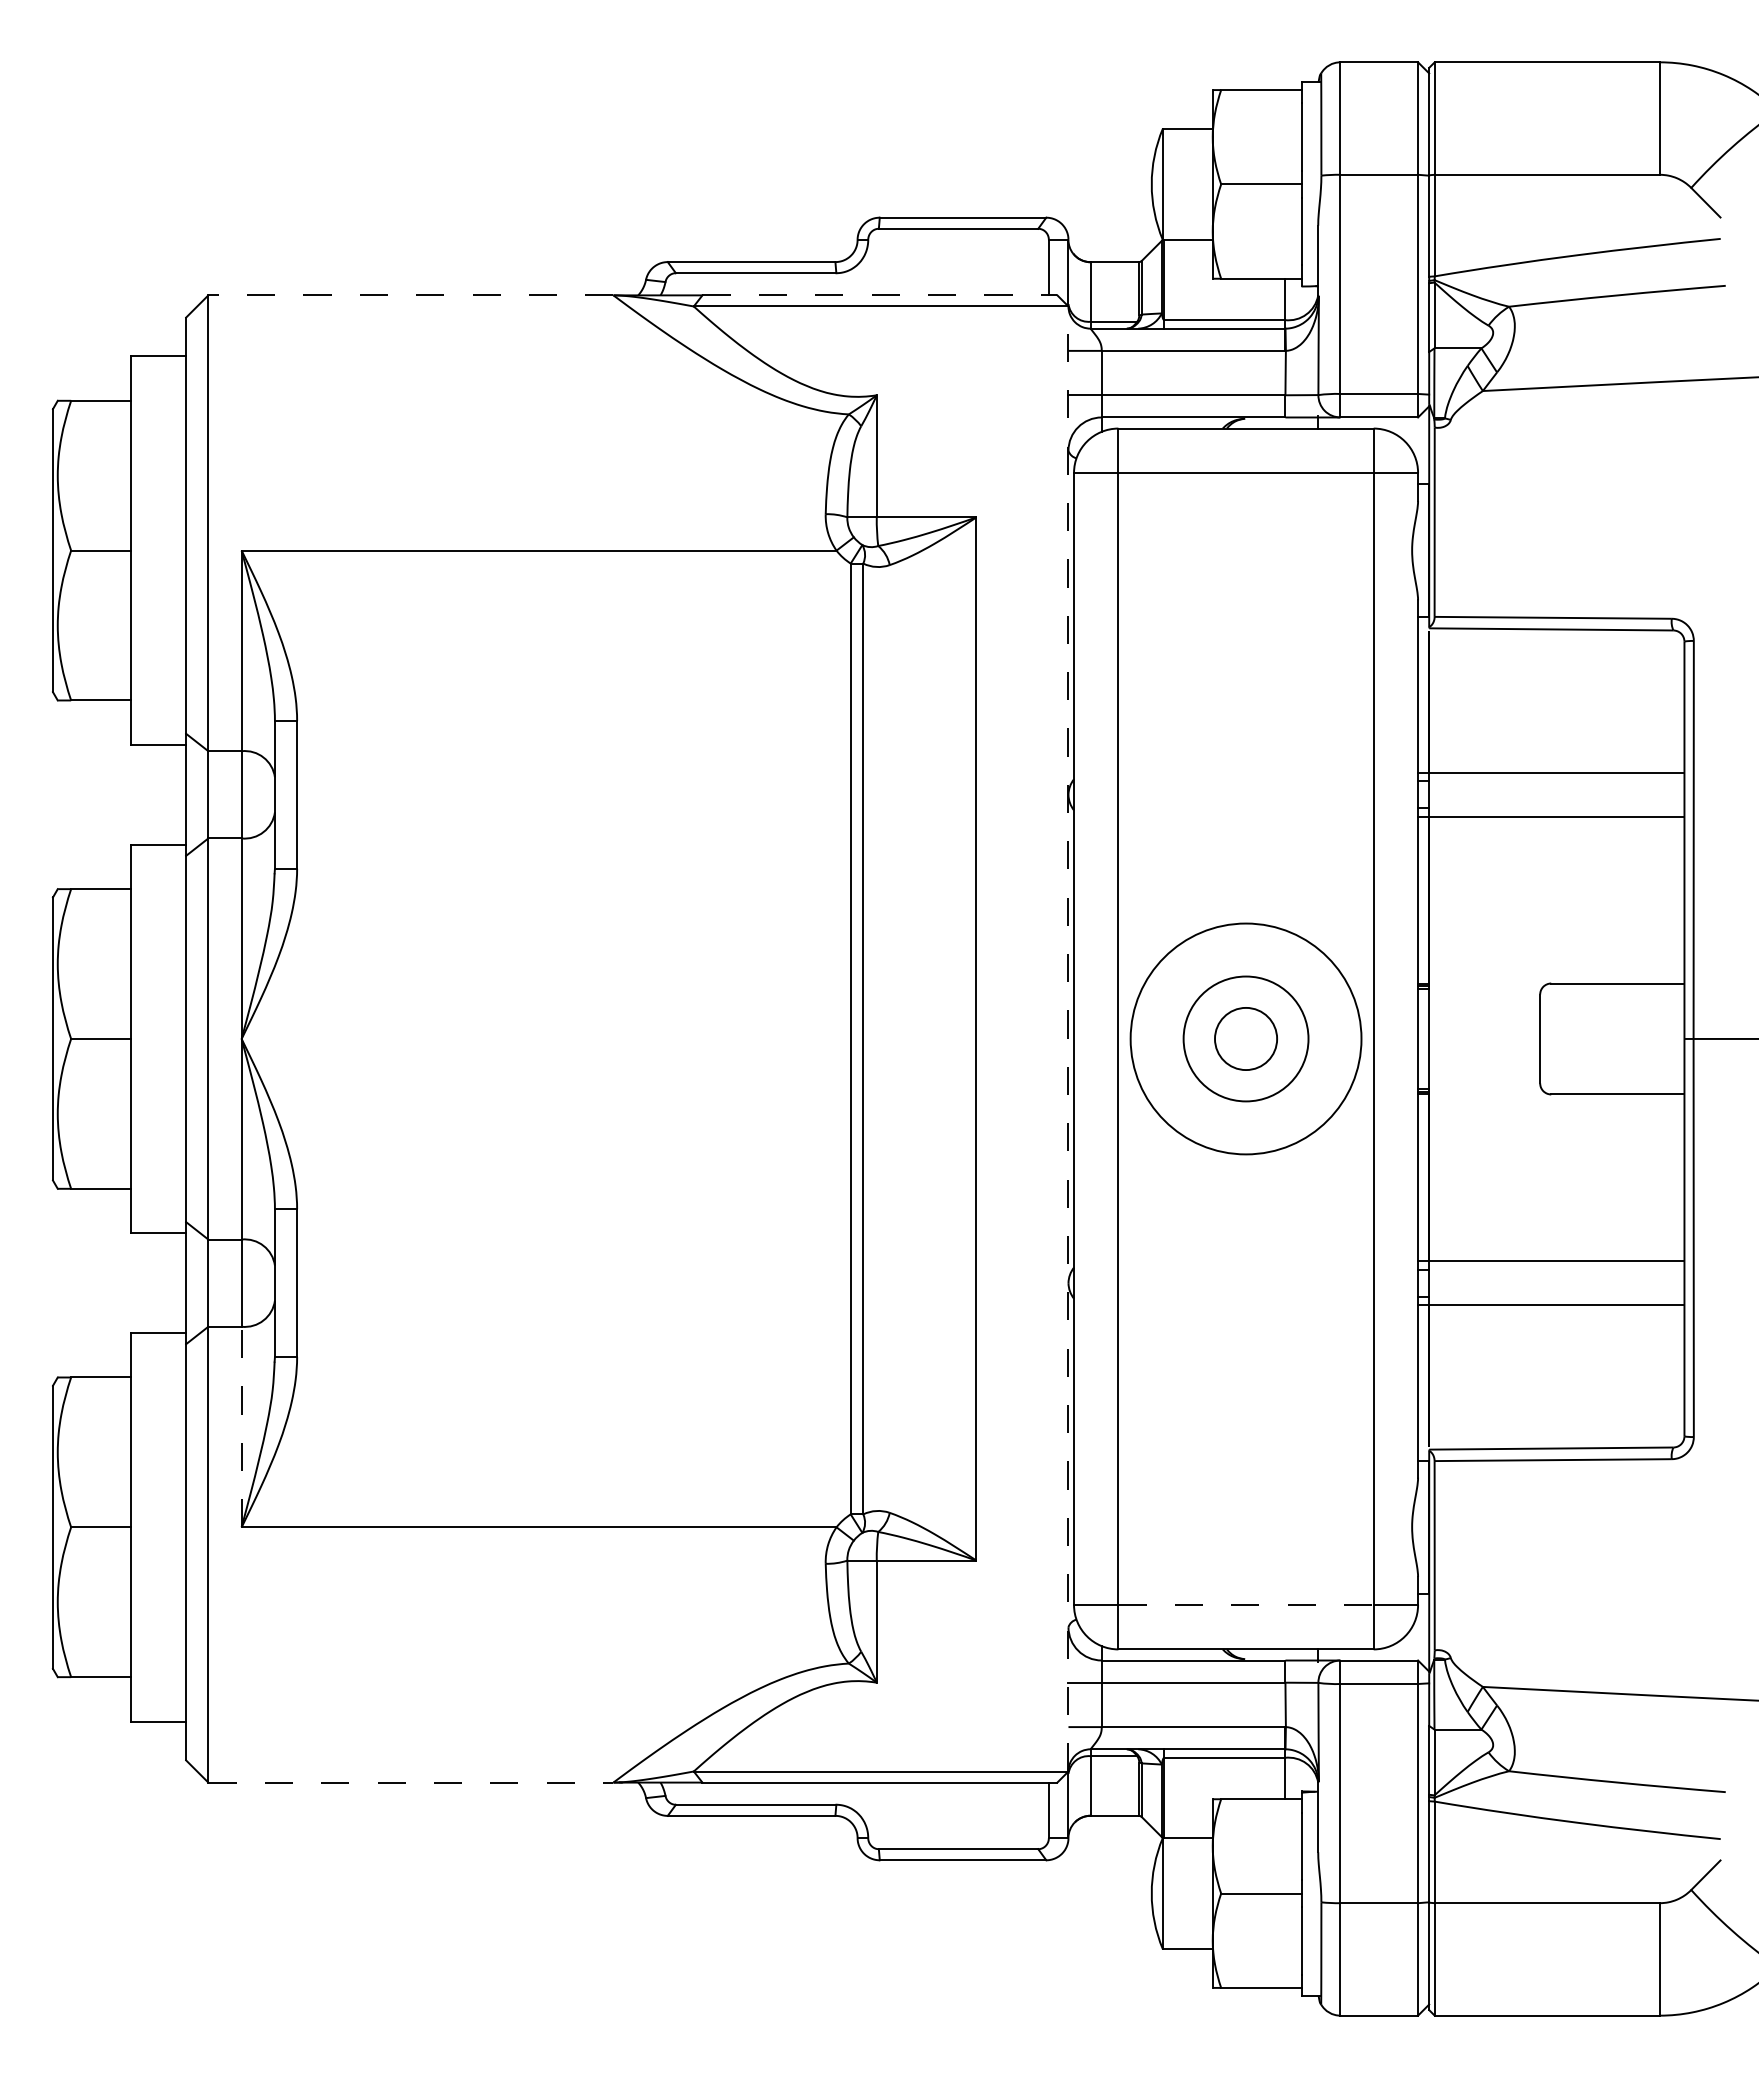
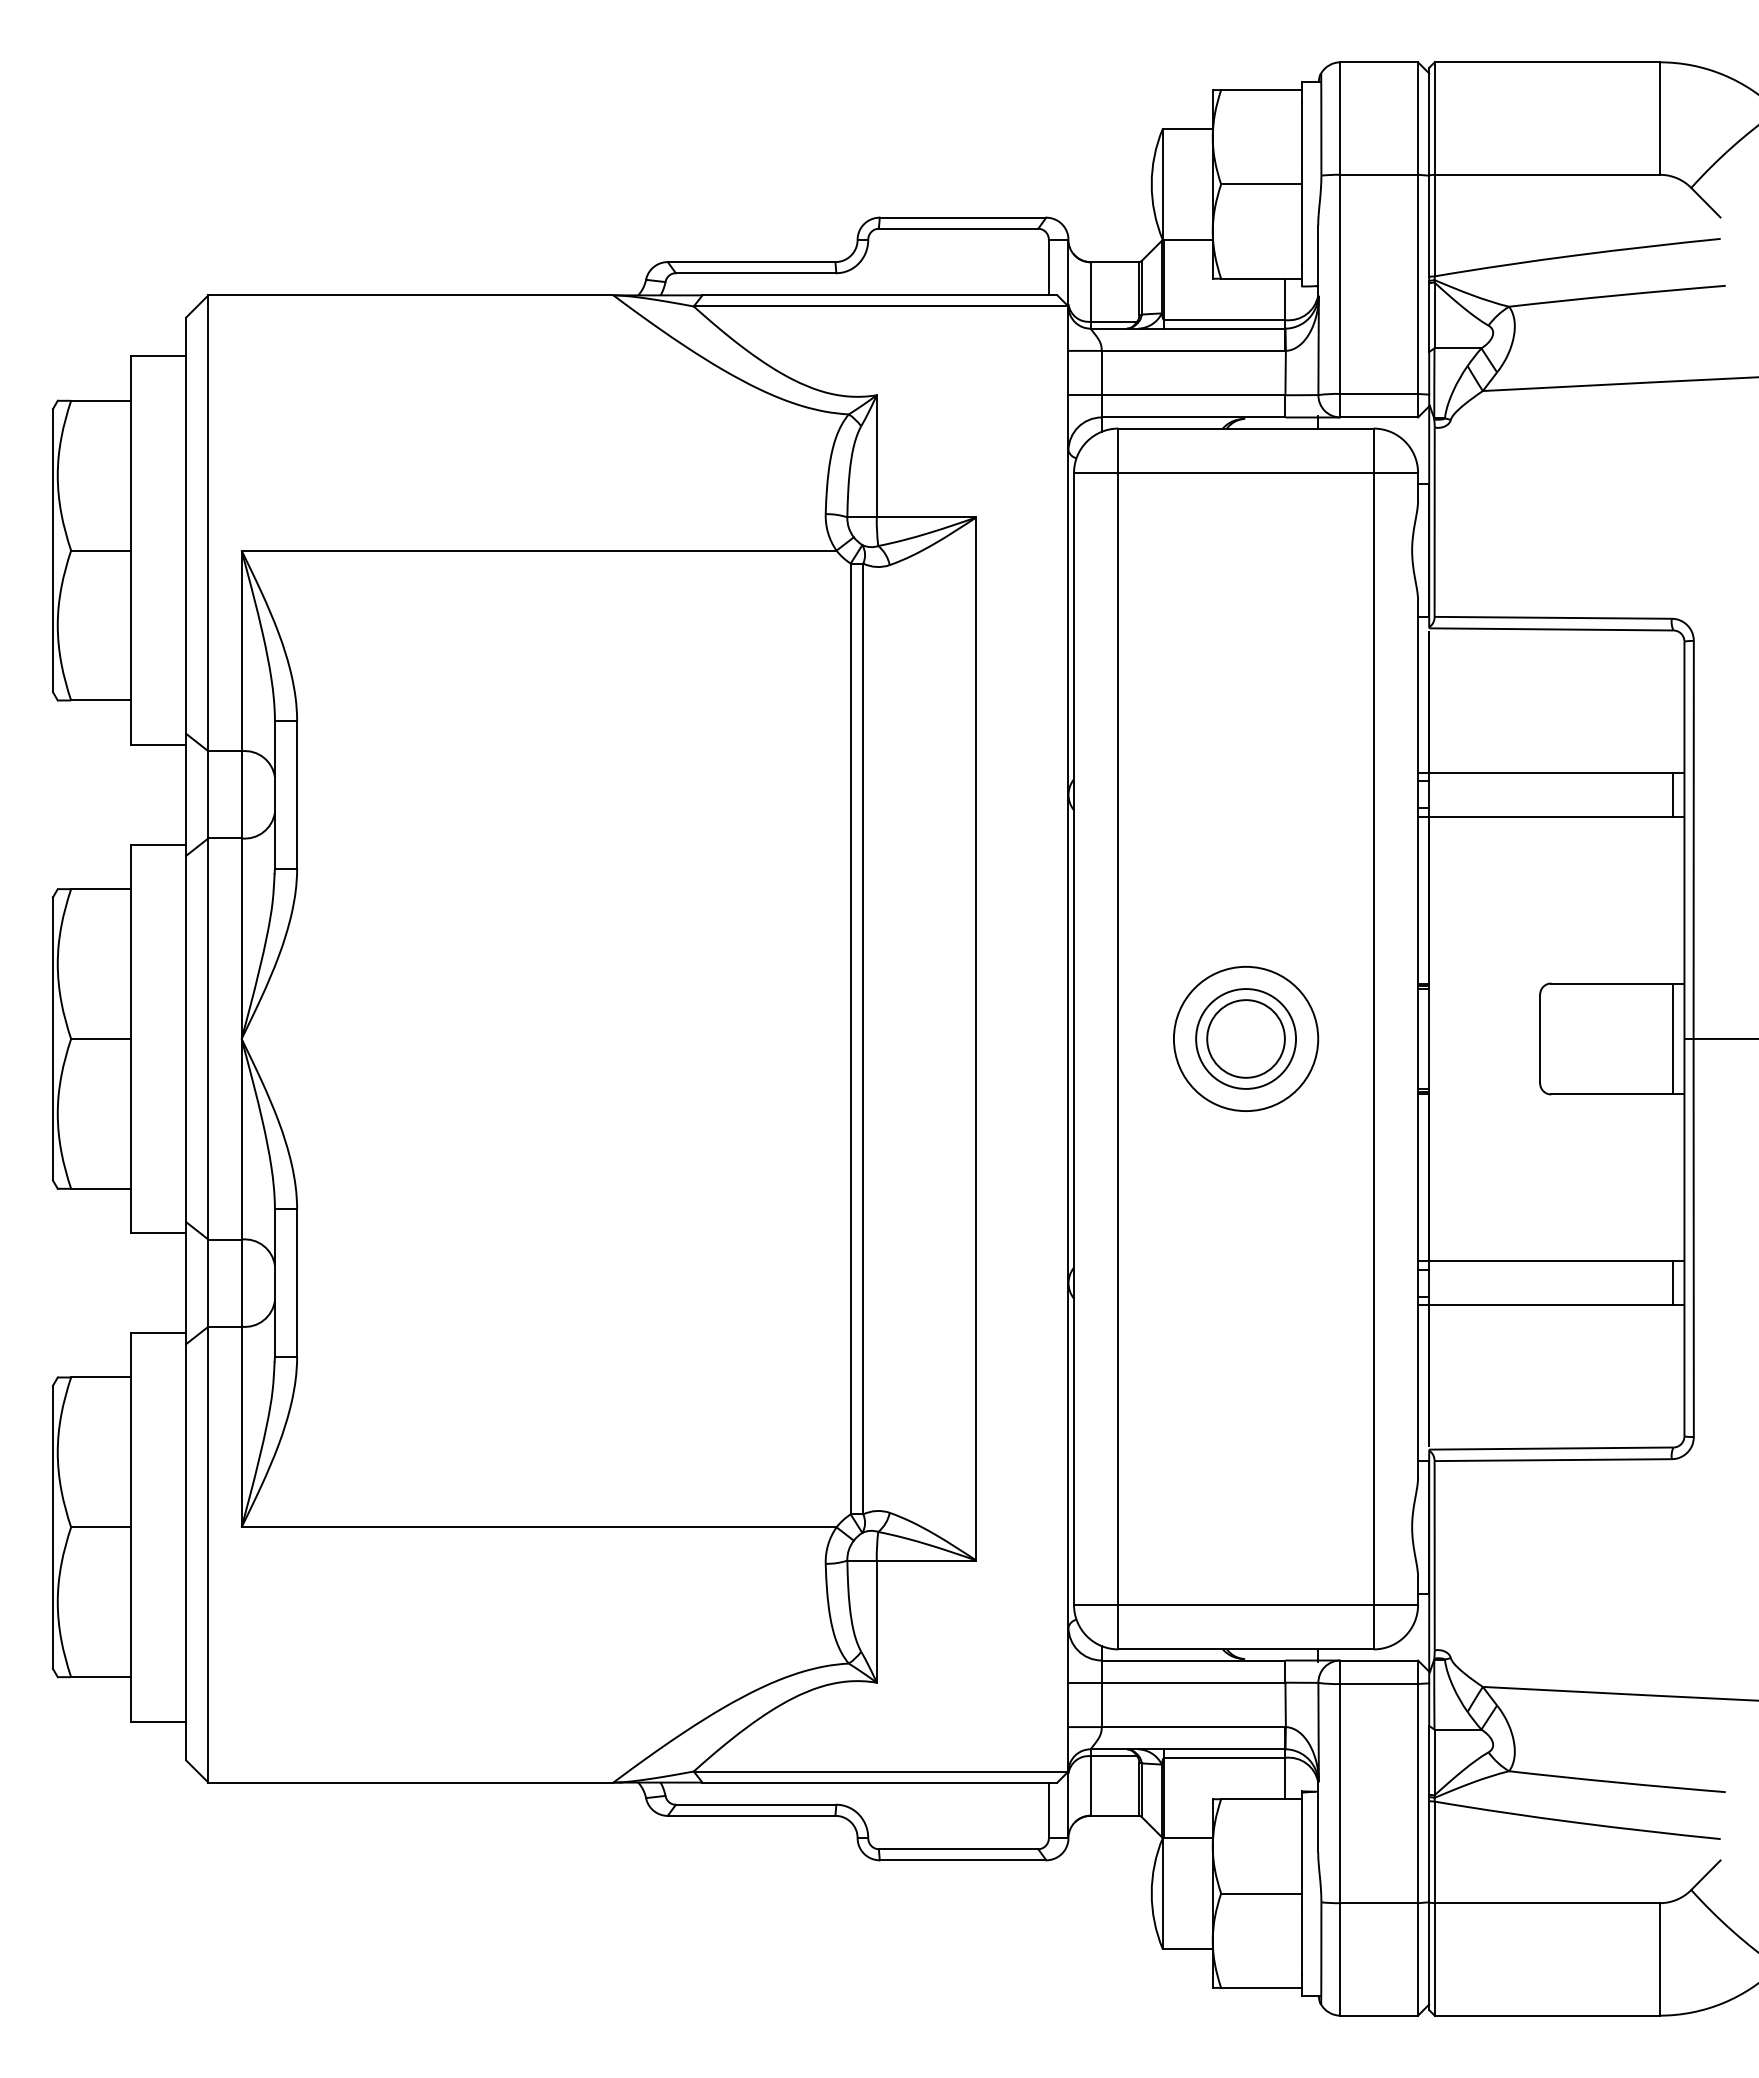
line at (410, 295): dashed -> solid
line at (880, 295): dashed -> solid
line at (1673, 794): none -> present
circle at (1245, 1038) diameter: 125 px -> 100 px
circle at (1245, 1038) diameter: 231 px -> 144 px
circle at (1246, 1038) diameter: 62 px -> 78 px
line at (1673, 1038): none -> present
line at (1068, 1039): dashed -> solid
line at (1673, 1282): none -> present
line at (241, 1426): dashed -> solid
line at (1246, 1605): dashed -> solid
line at (410, 1782): dashed -> solid
